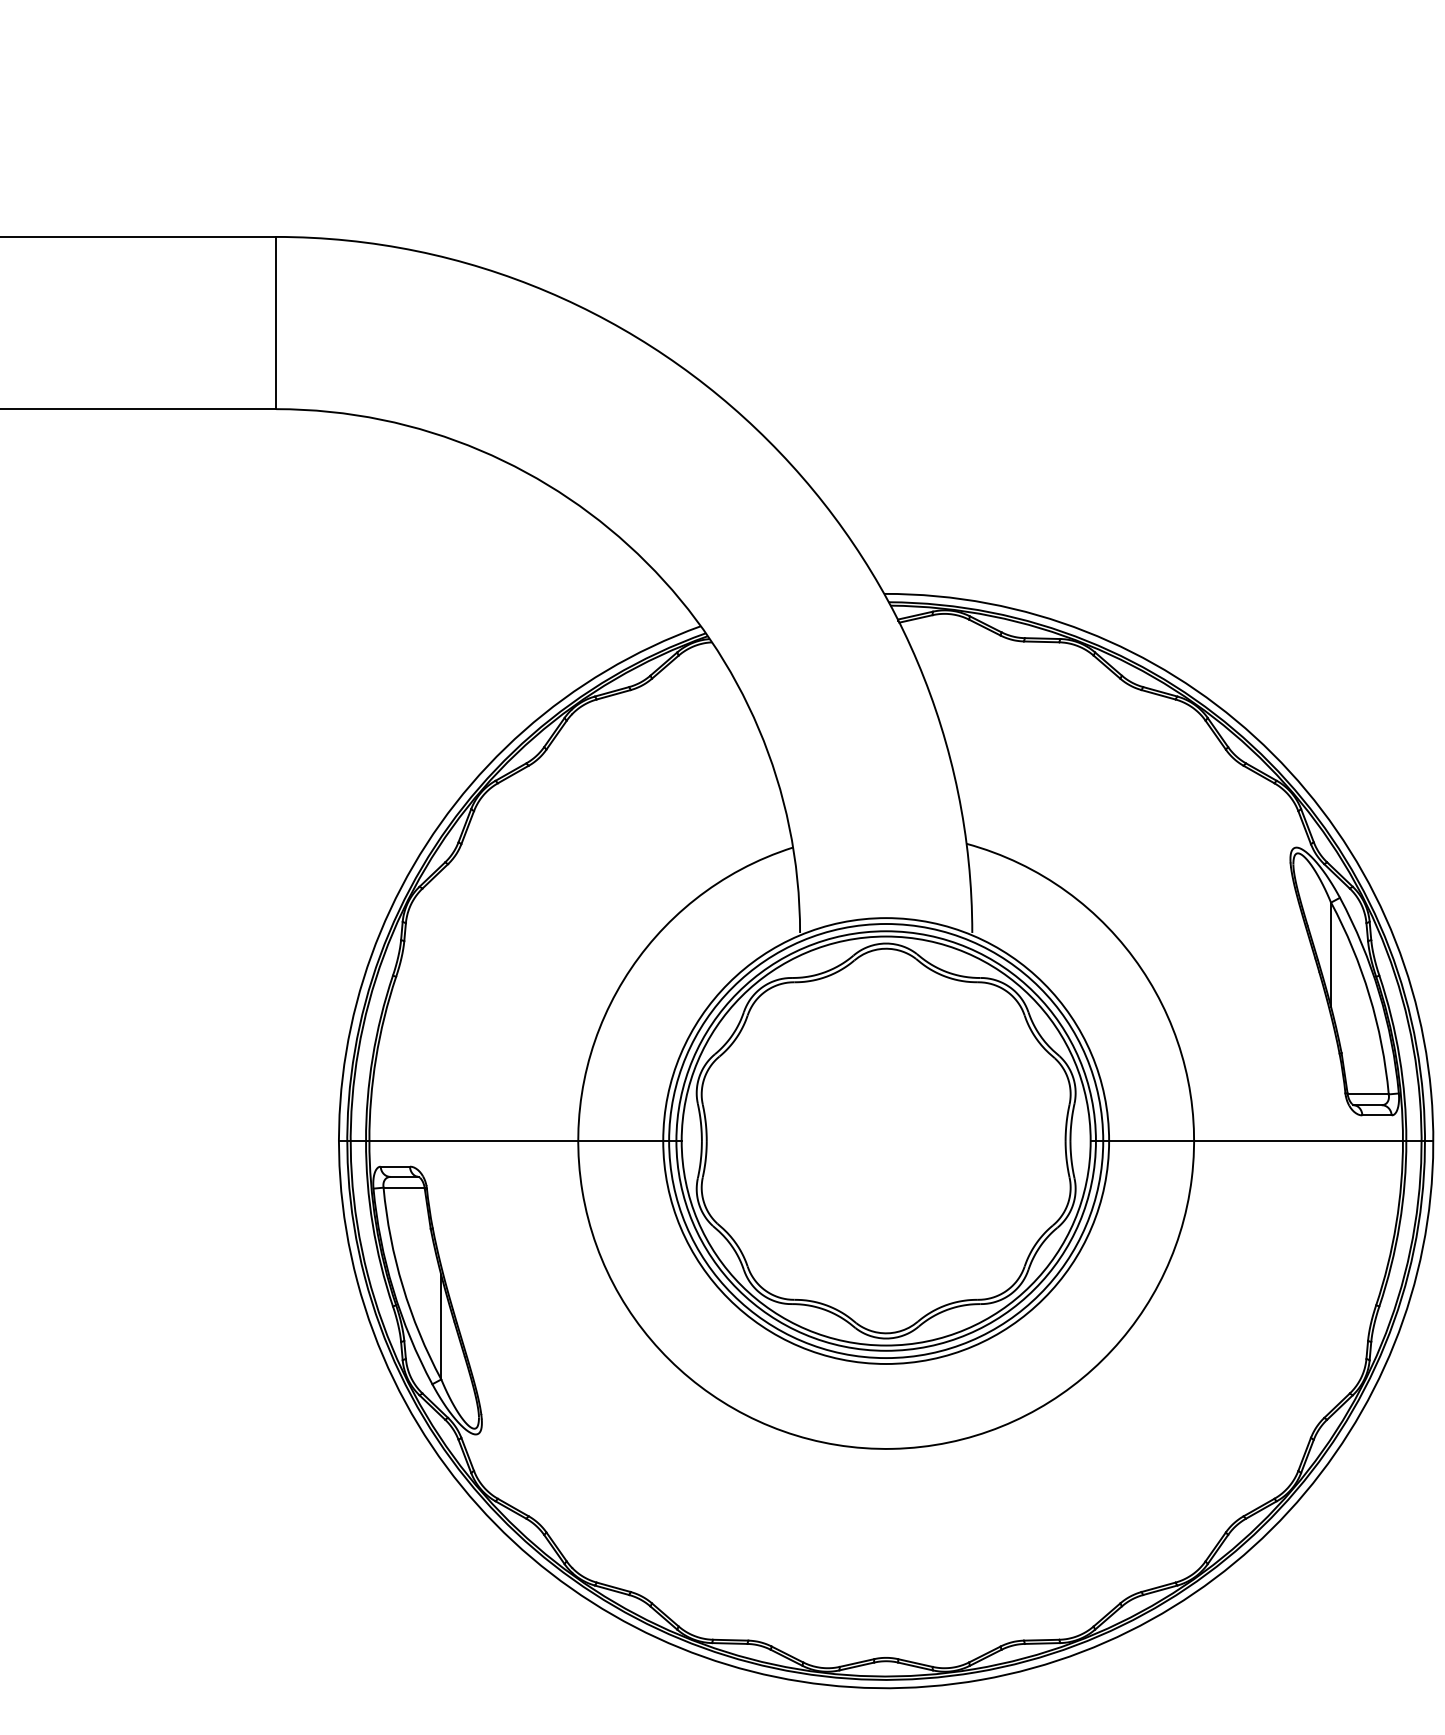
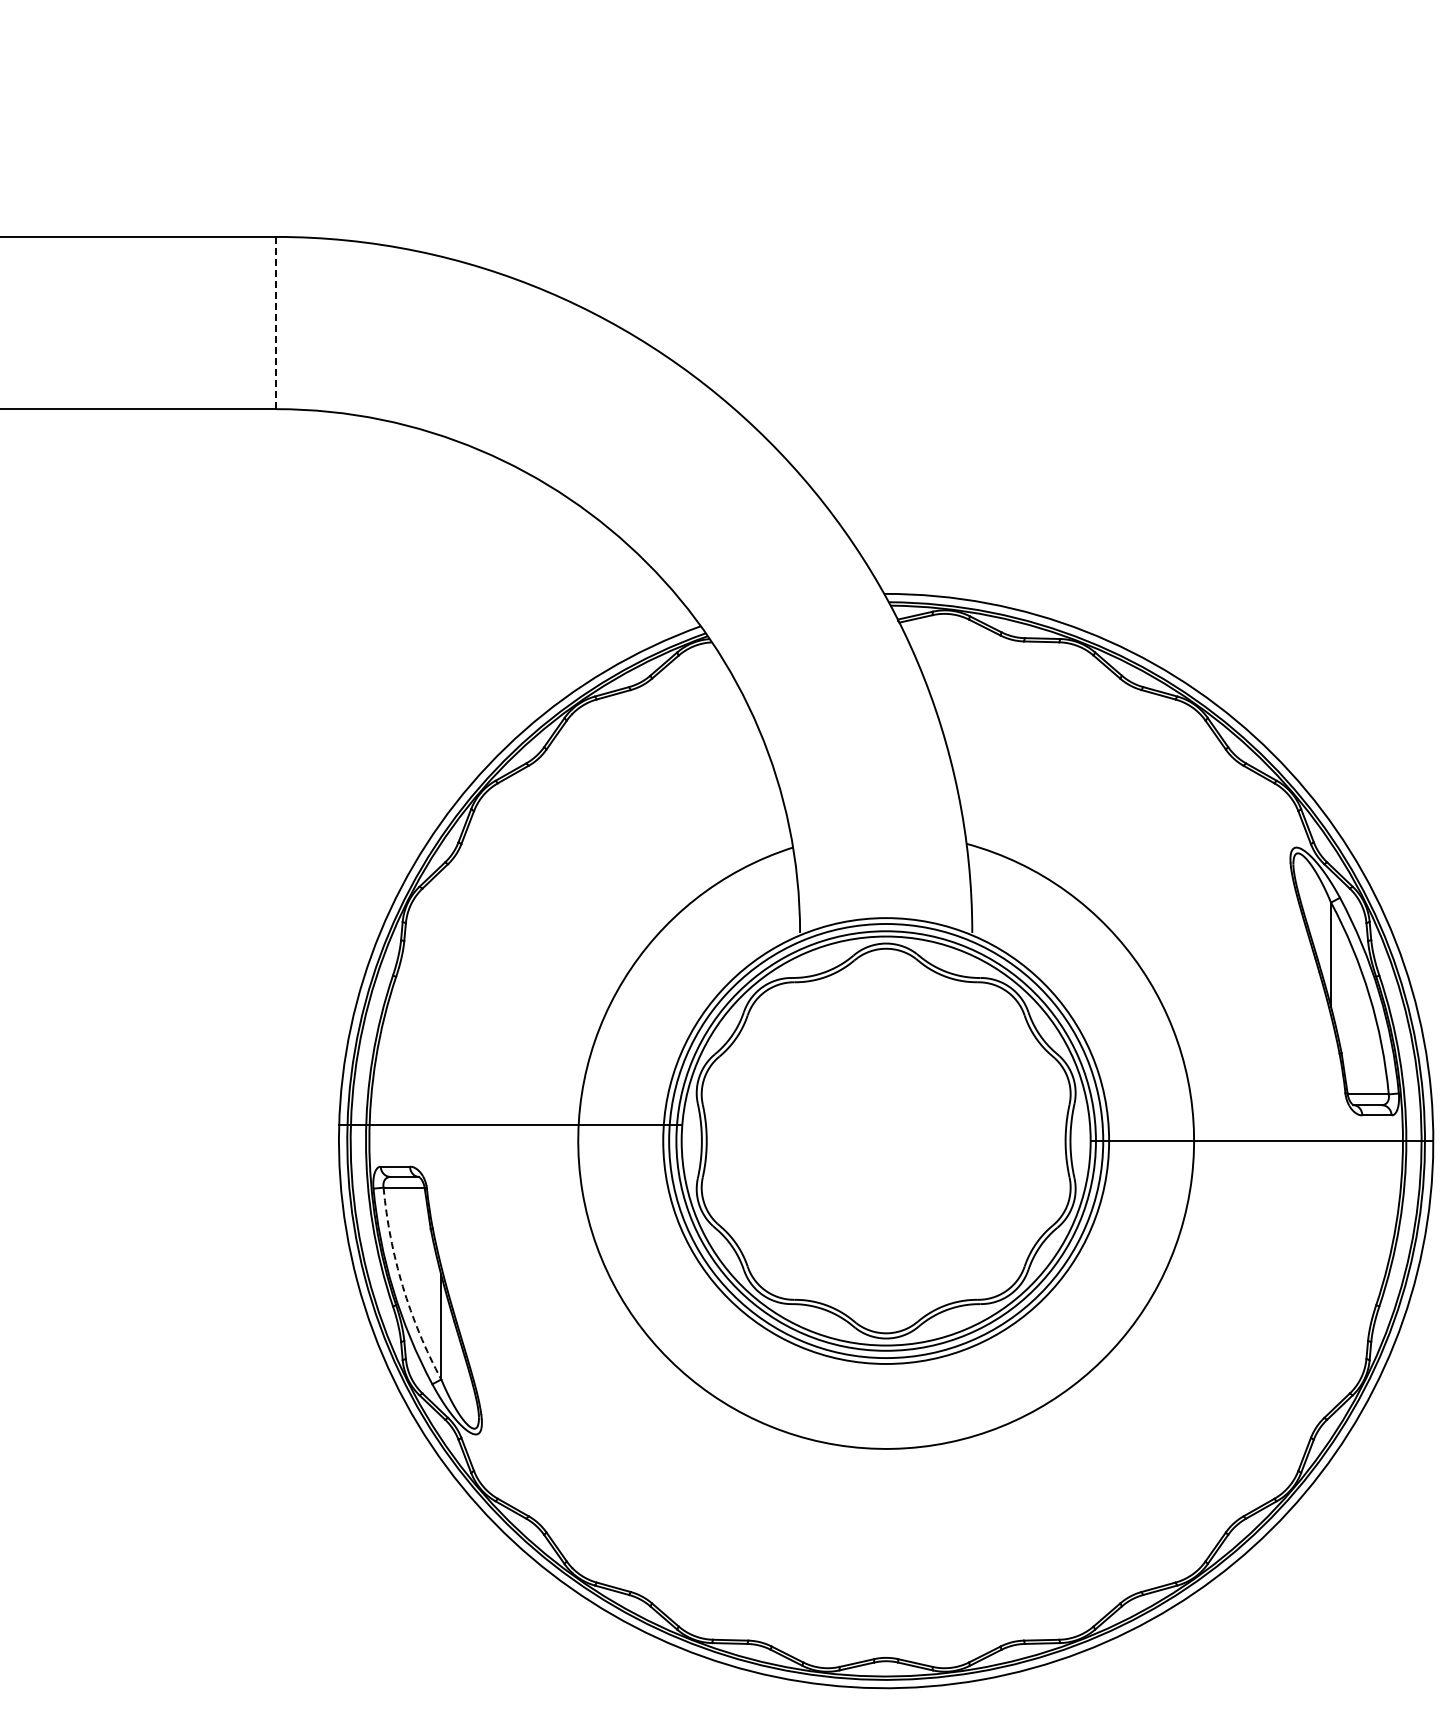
line at (276, 322): solid -> dashed
line at (510, 1141) position: (510, 1141) -> (510, 1125)
arc at (402, 1286): solid -> dashed
